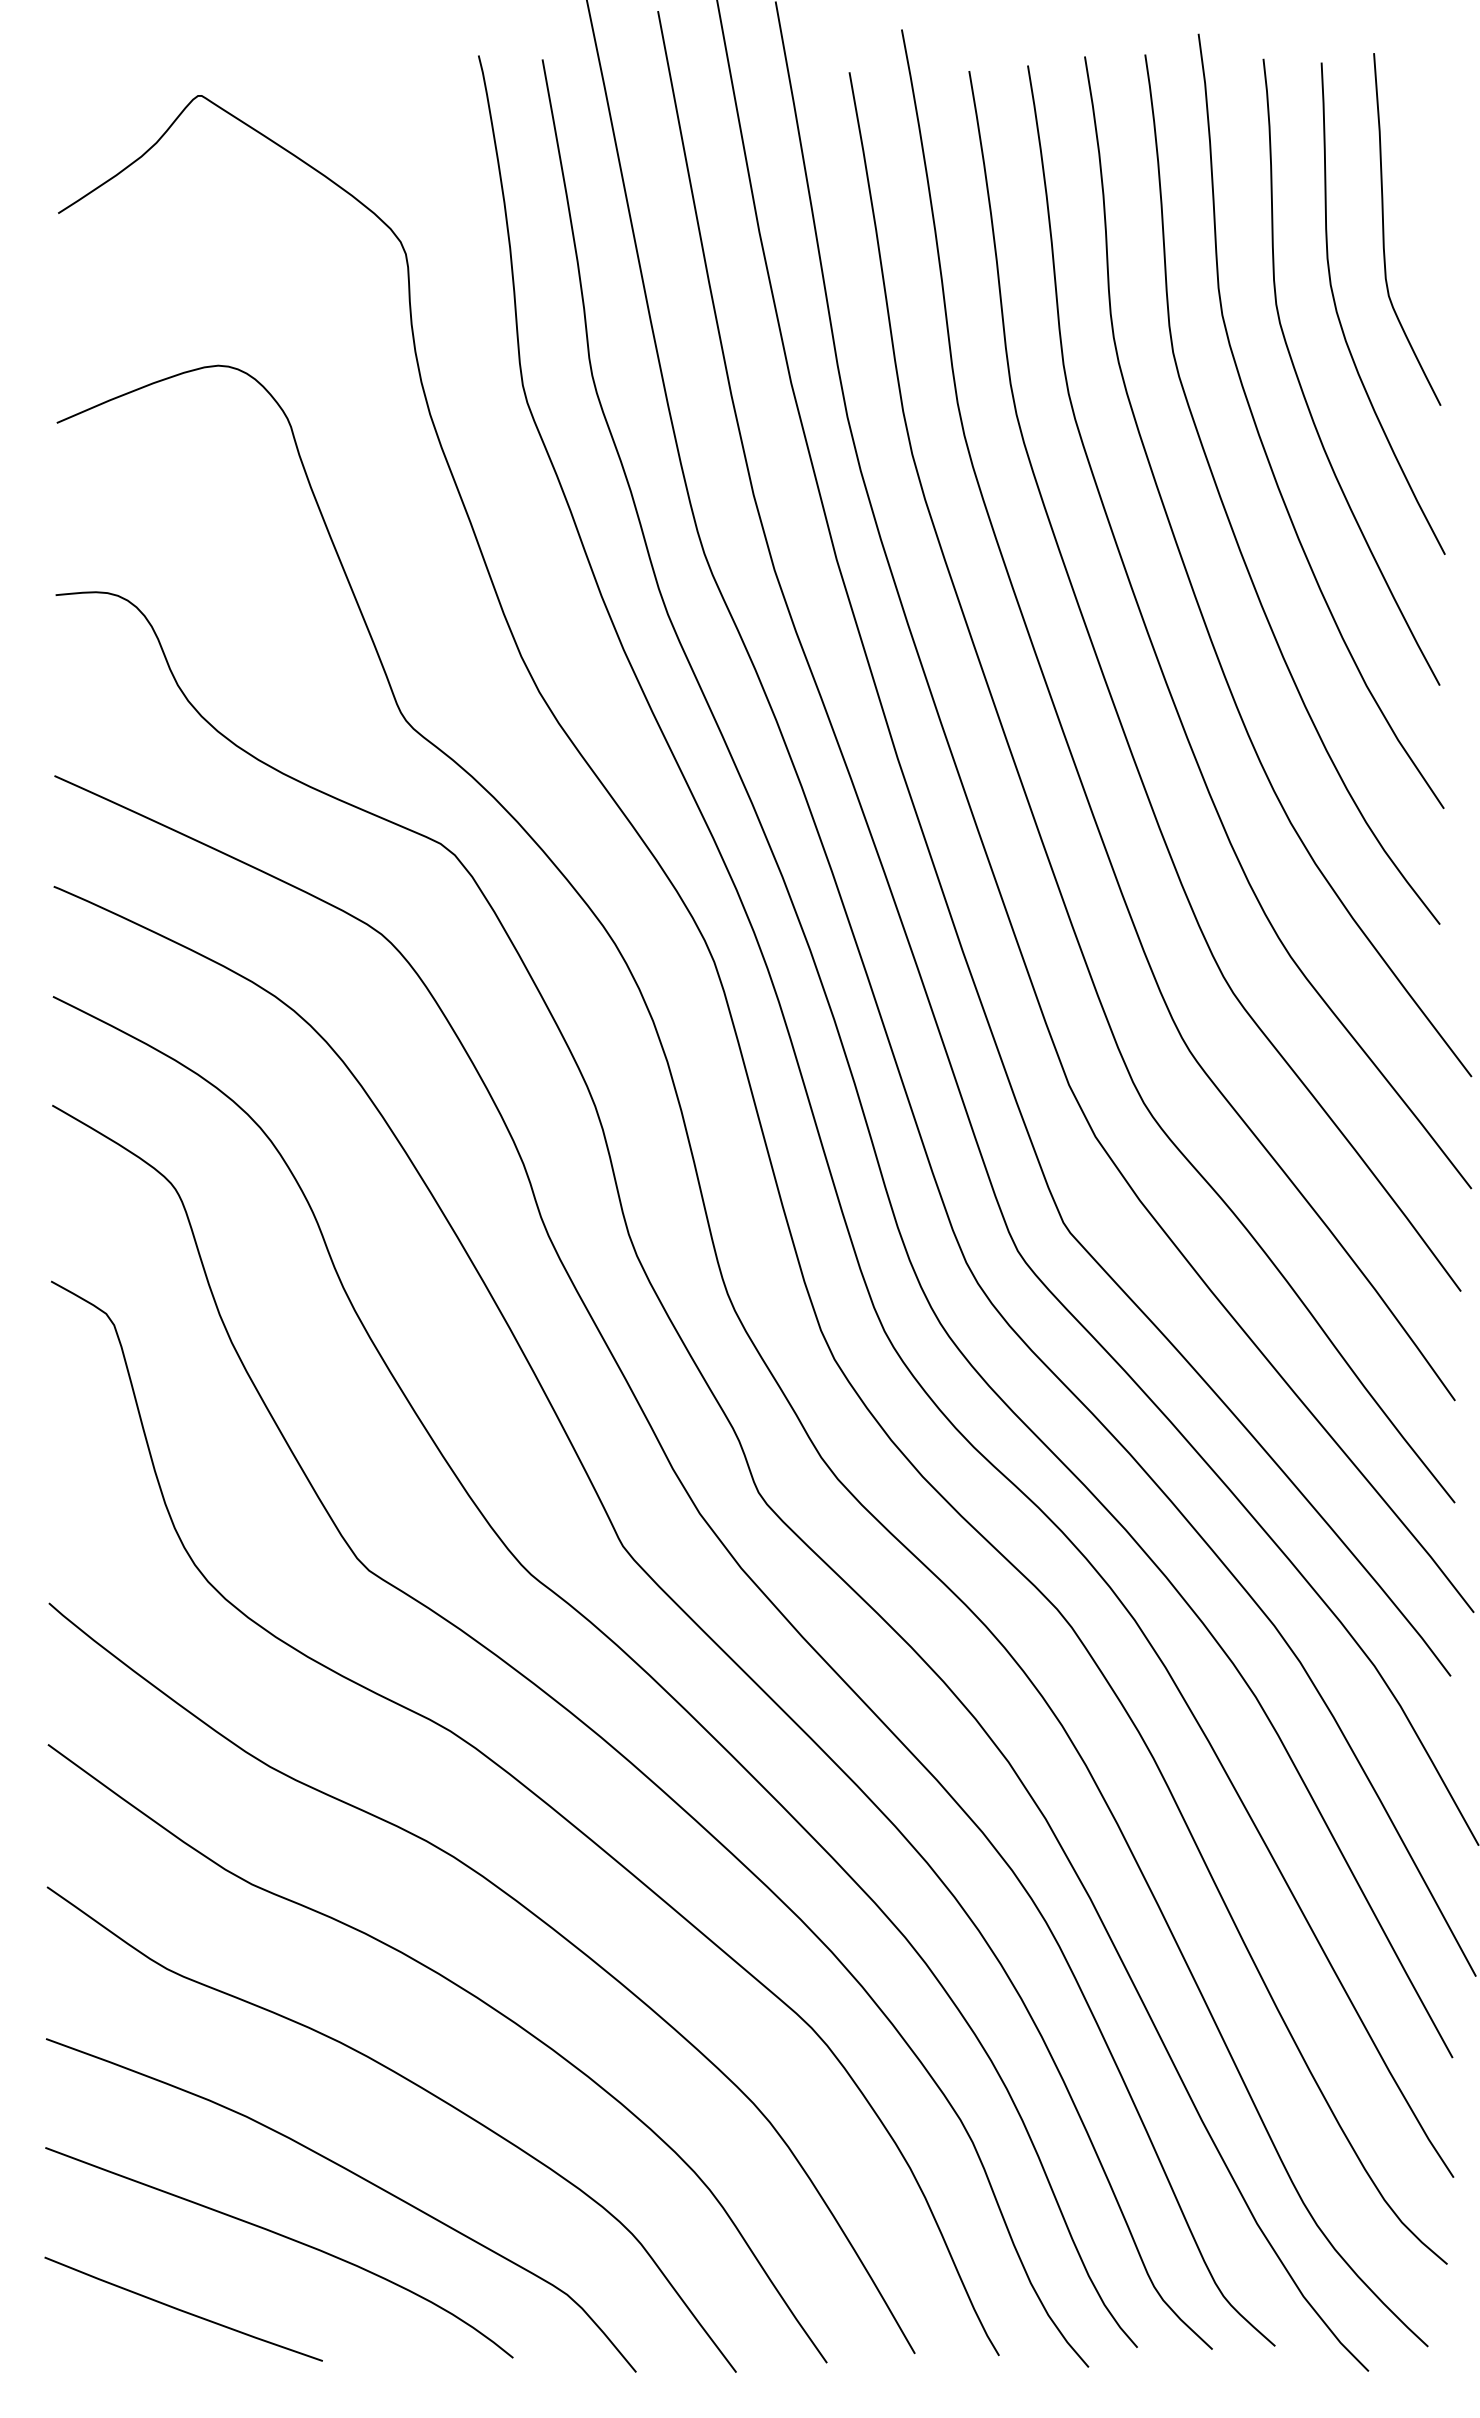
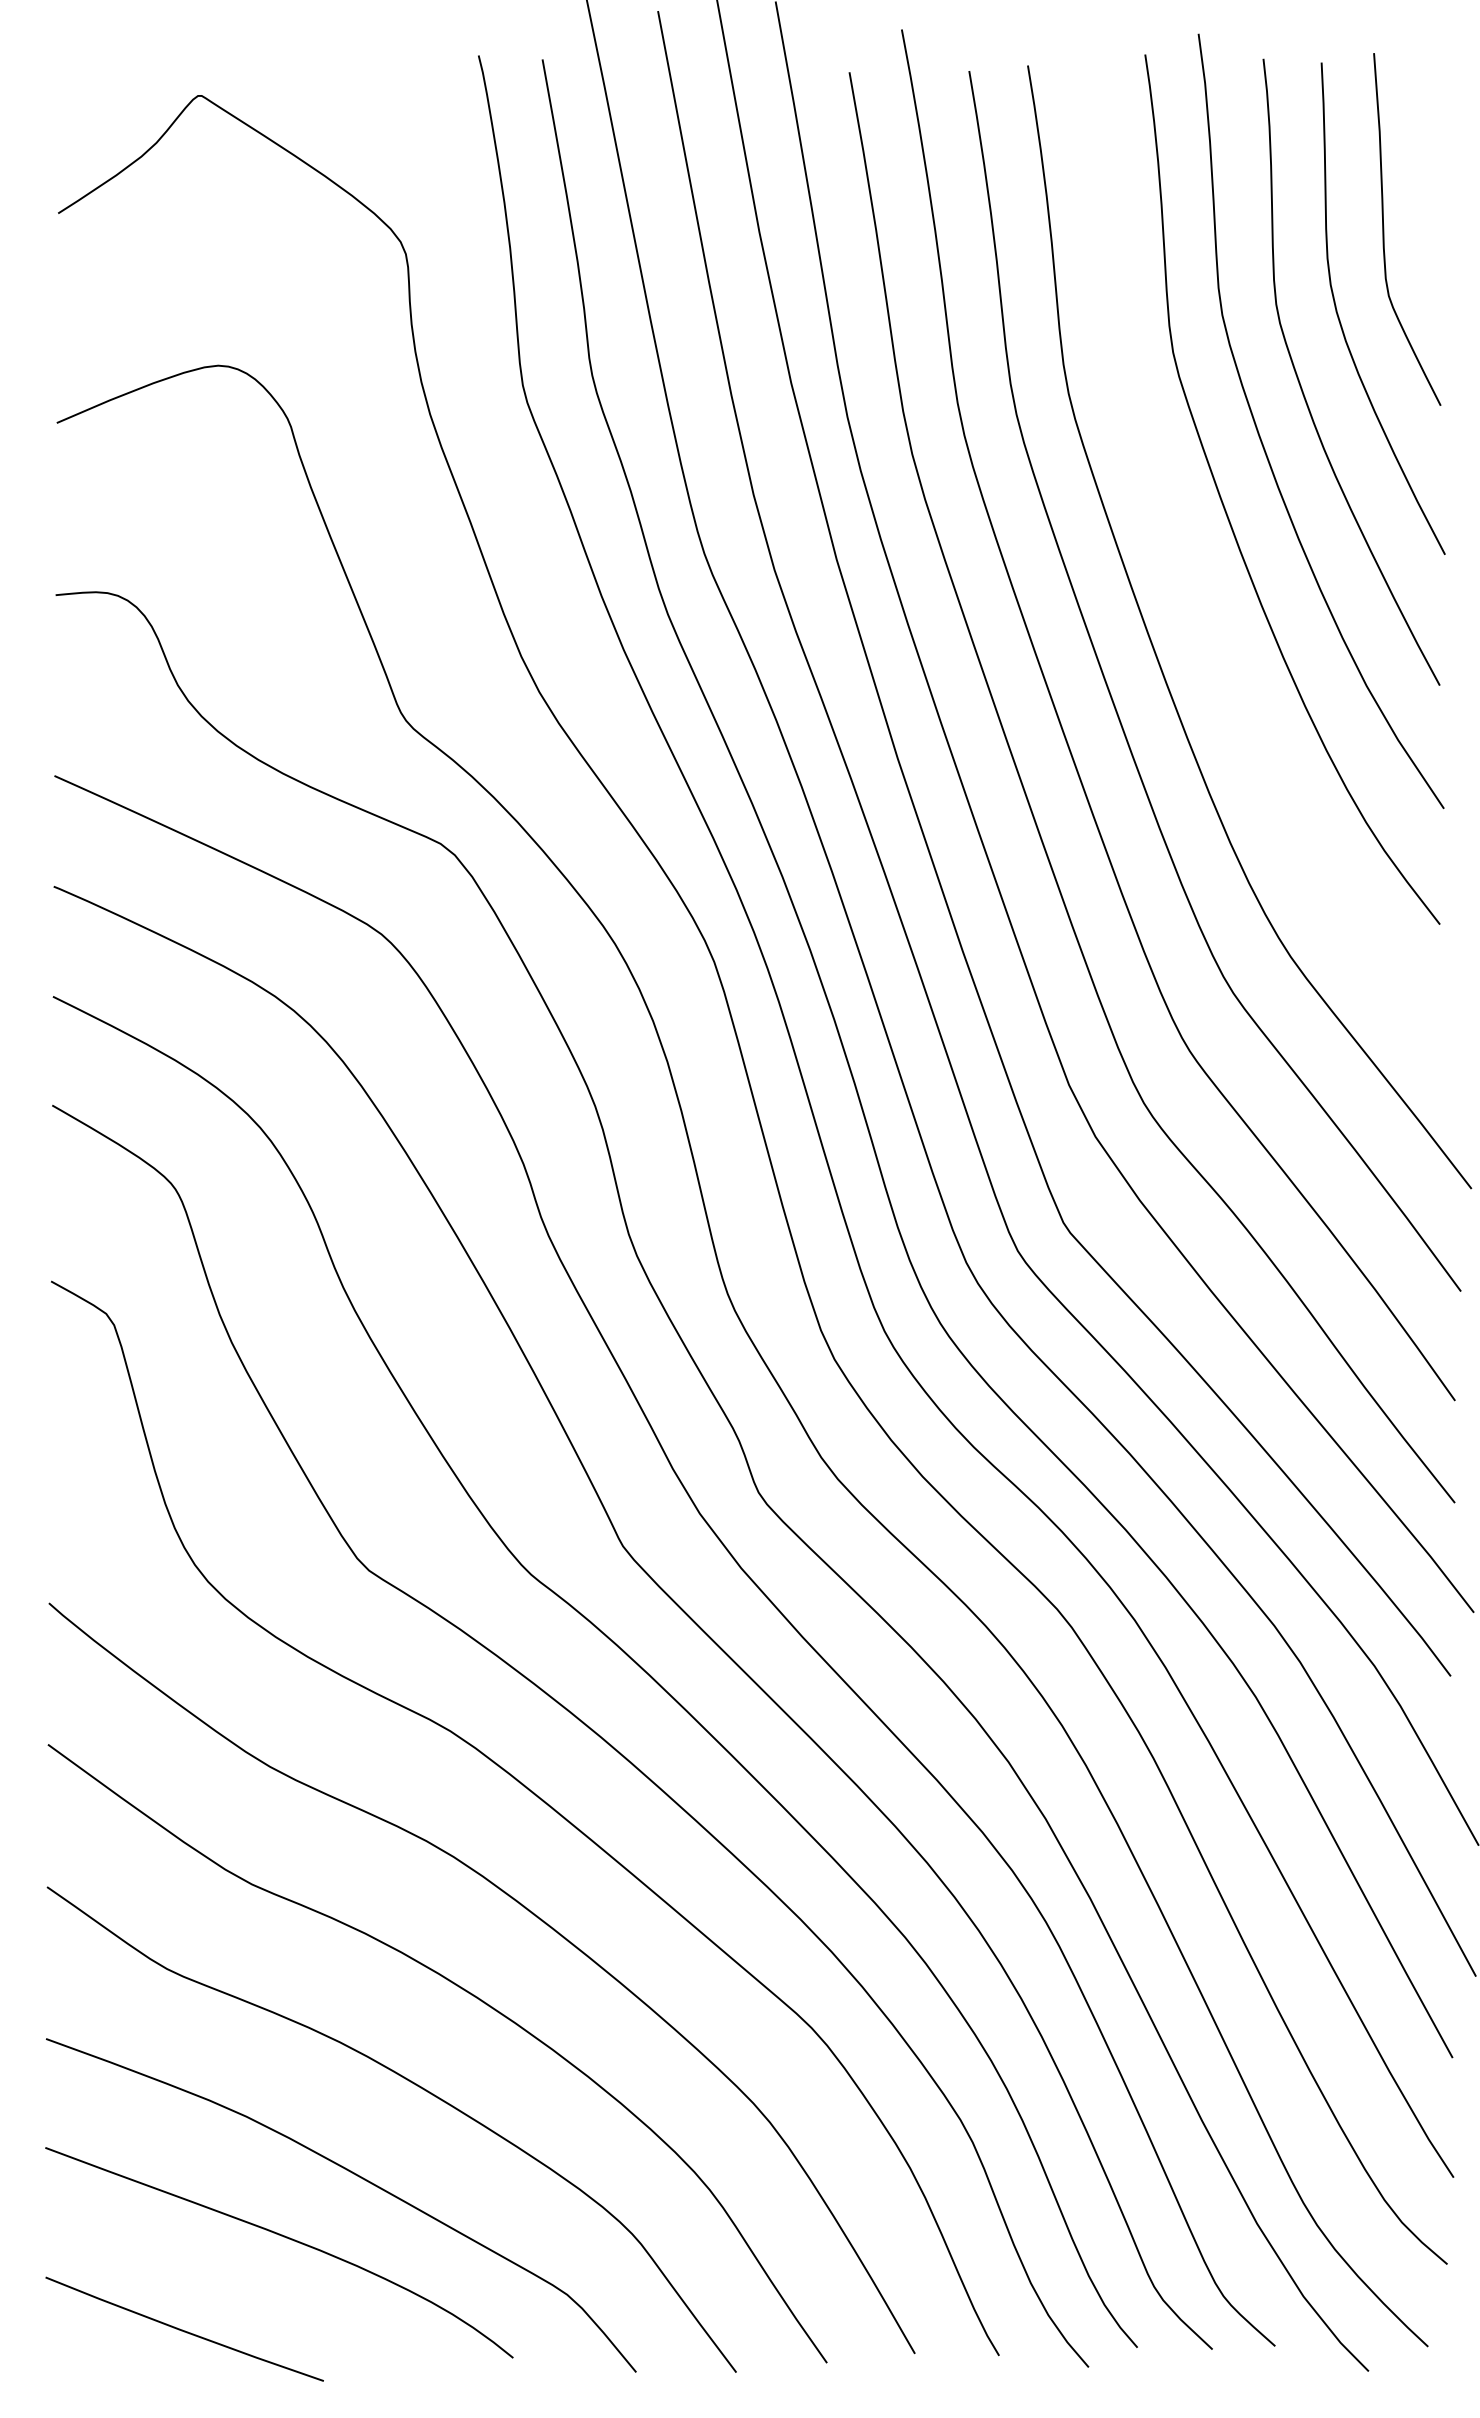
curve at (1195, 593): present -> none
curve at (183, 2310) position: (183, 2310) -> (184, 2330)
